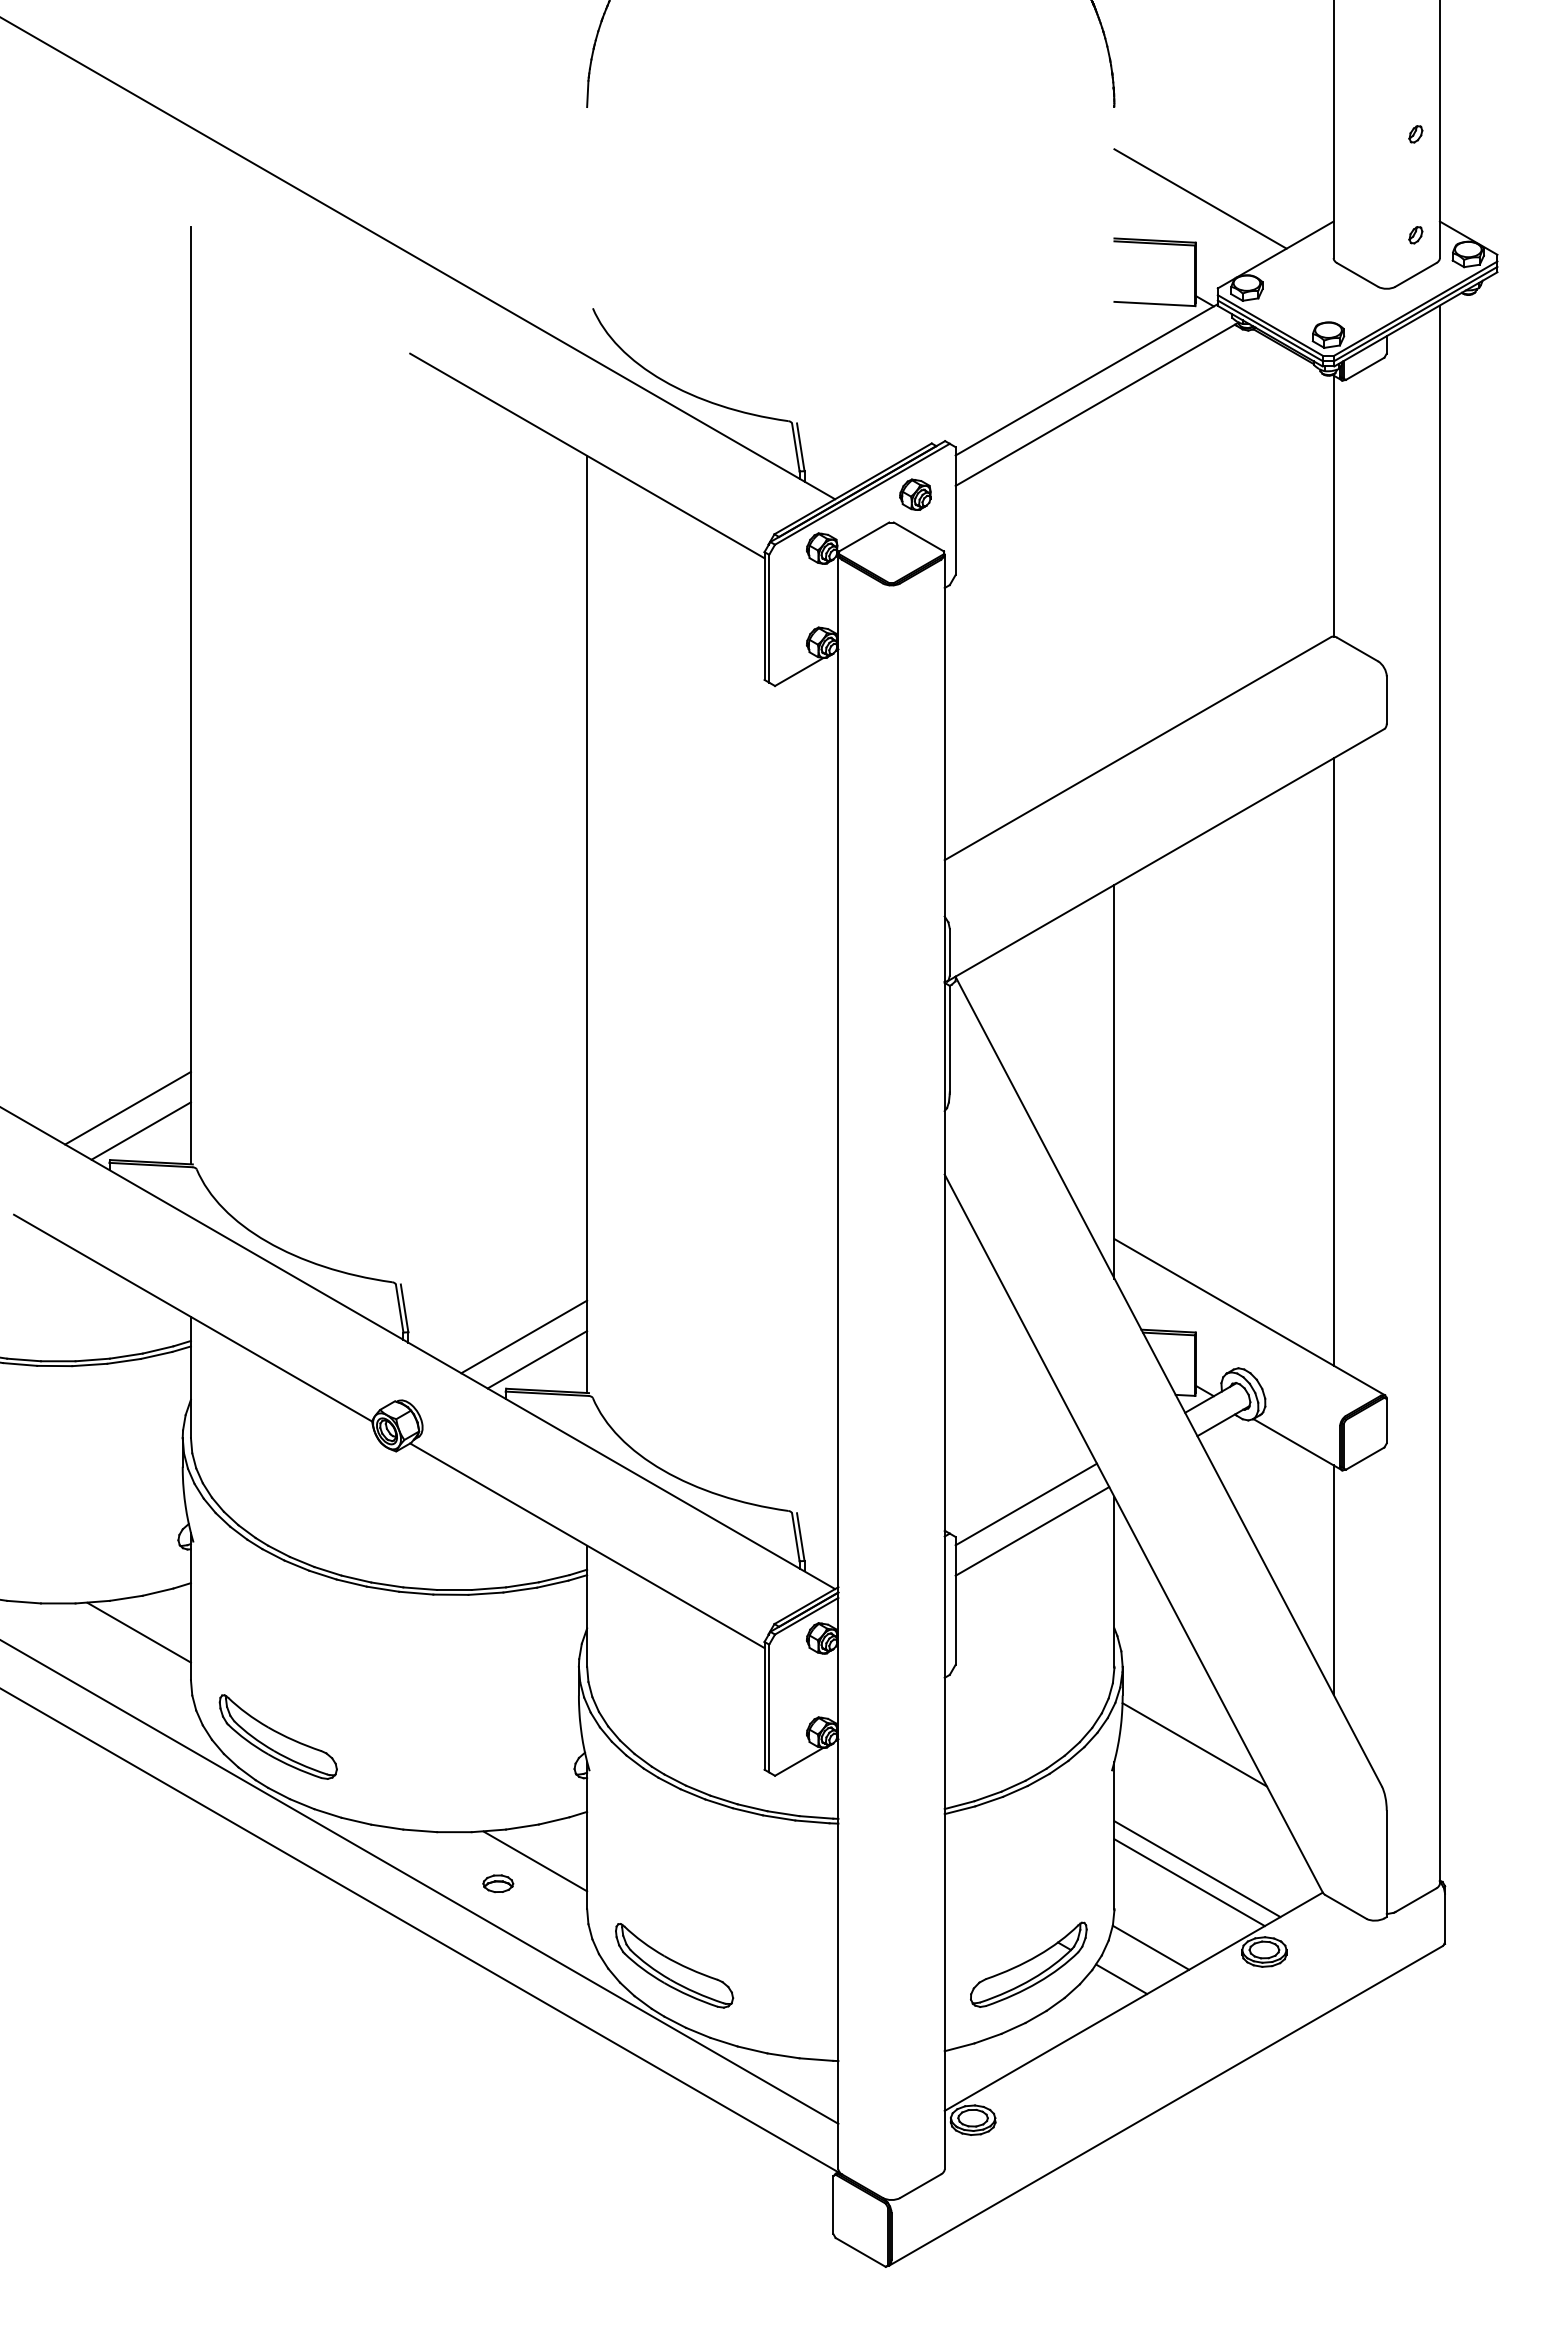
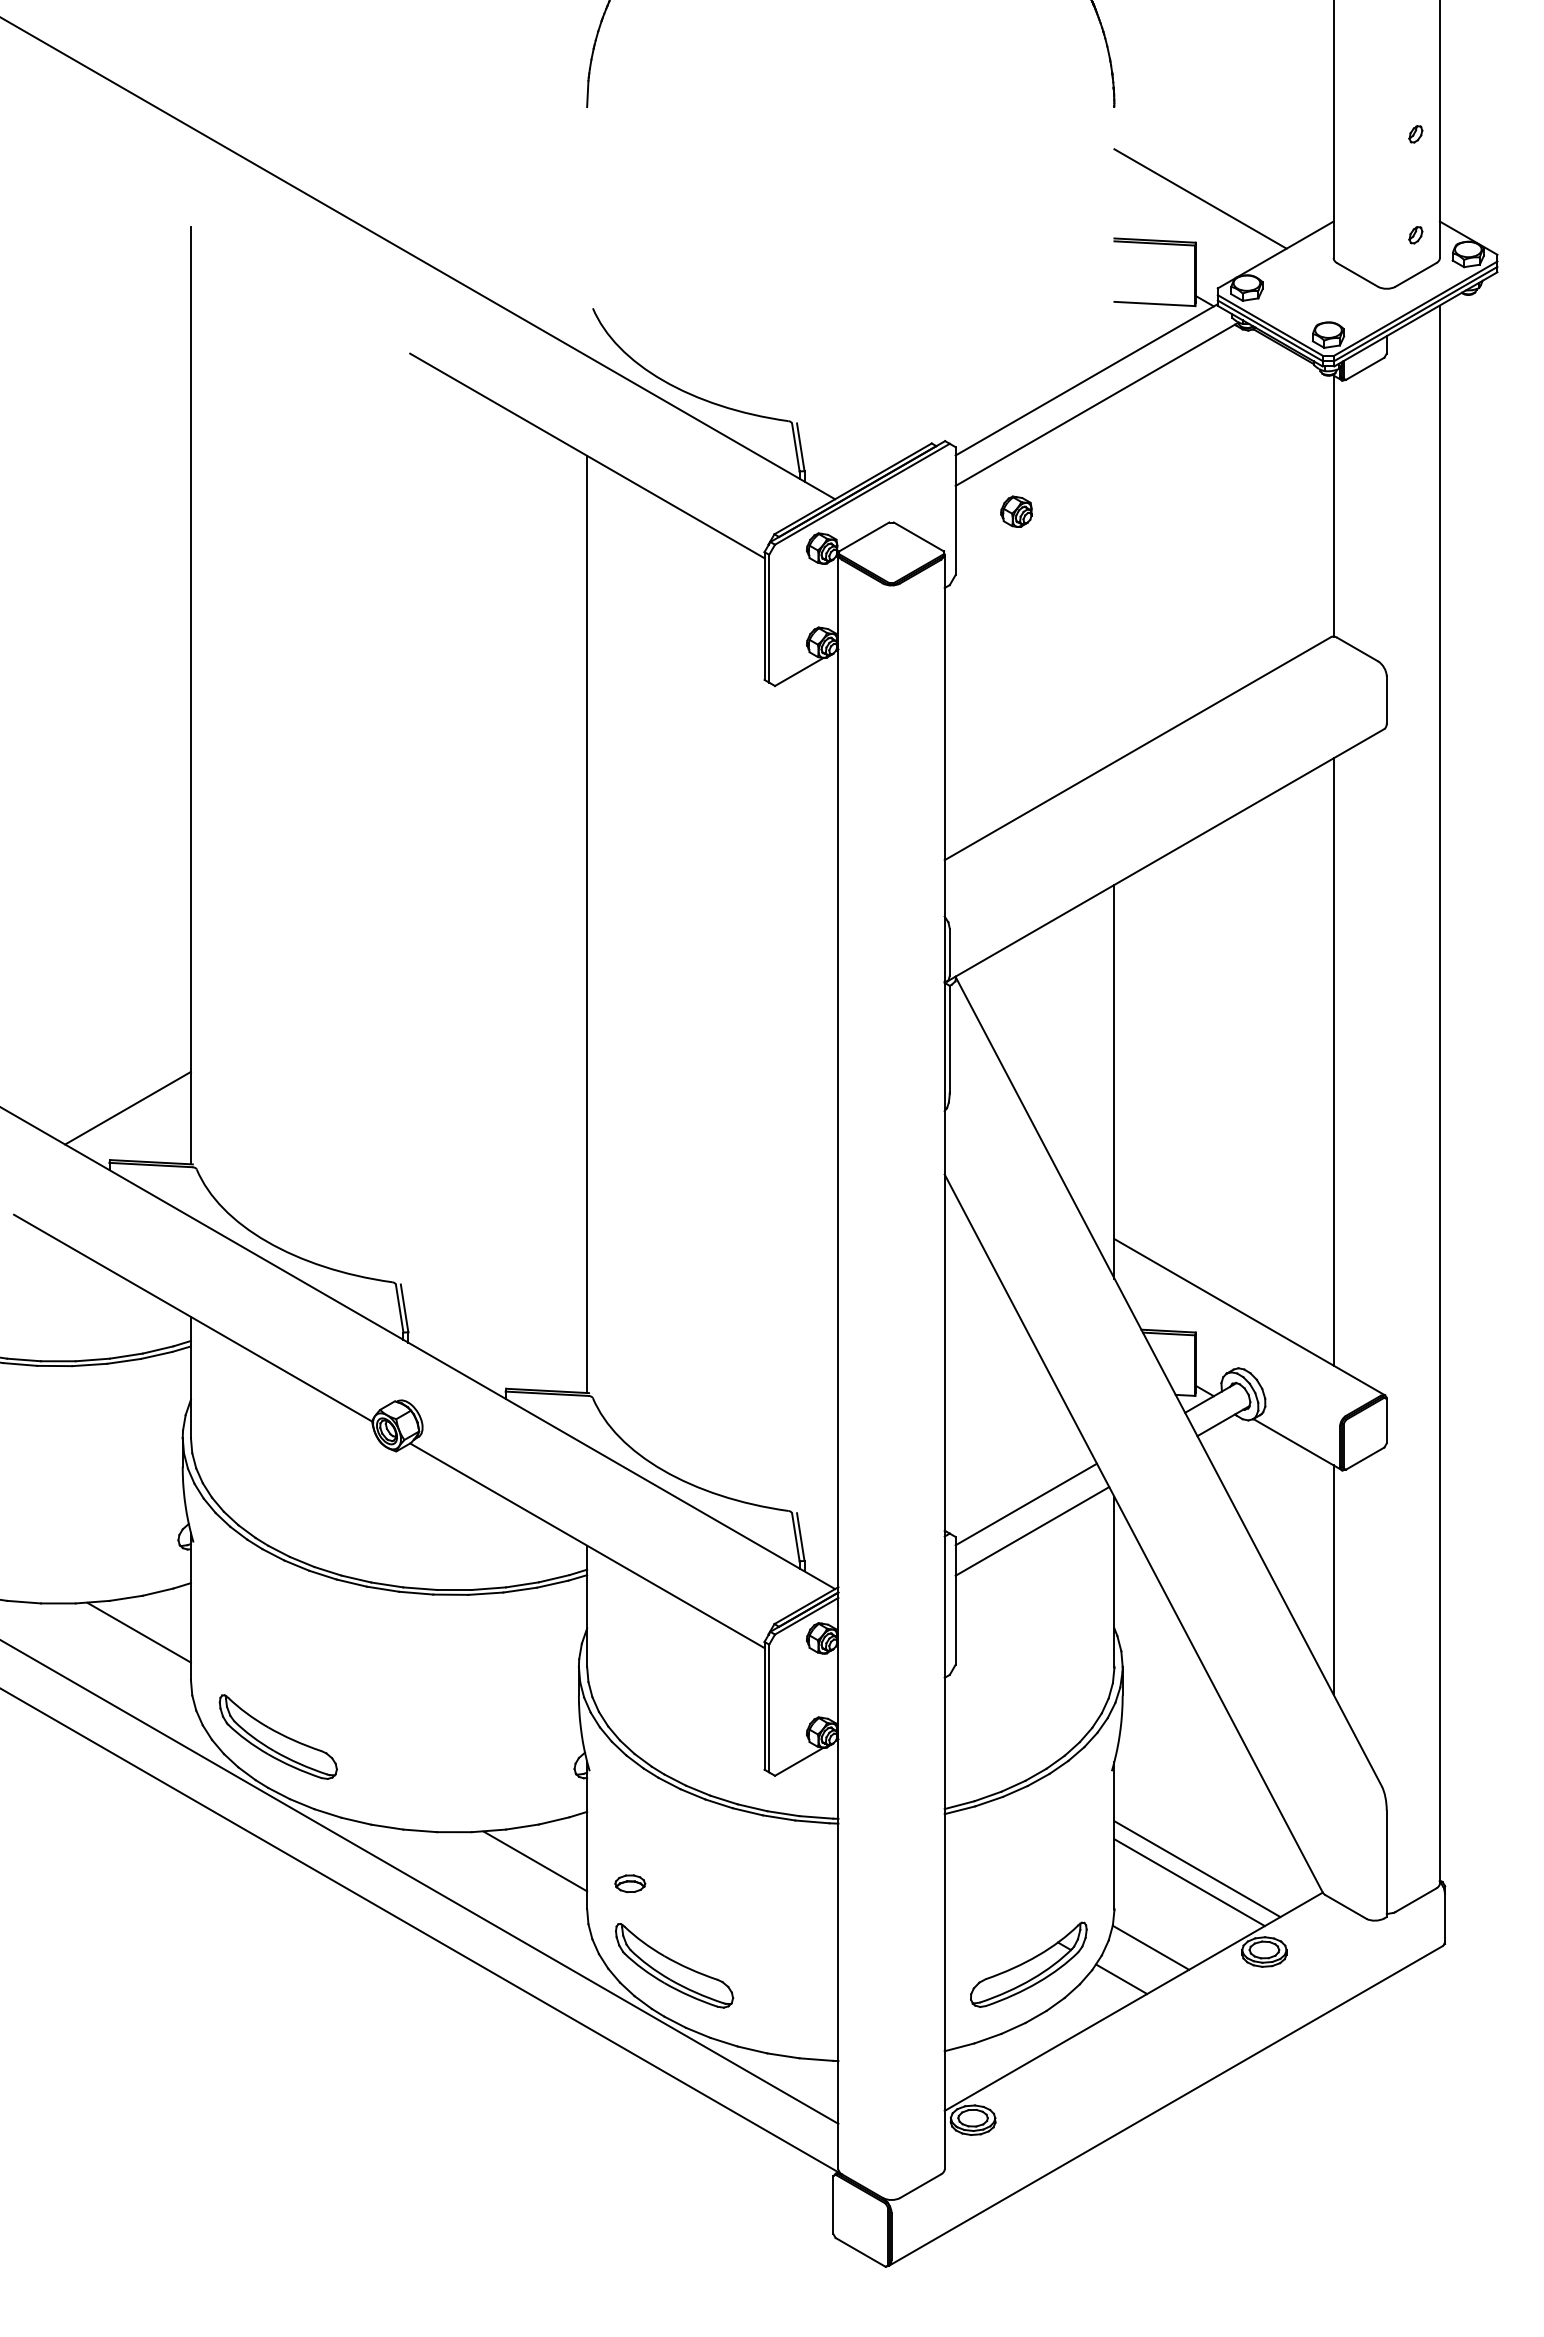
part at (915, 494) position: (915, 494) -> (1016, 511)
line at (140, 1130): present -> none
line at (524, 1336): present -> none
line at (537, 1359): present -> none
line at (1194, 1744): present -> none
part at (498, 1883) position: (498, 1883) -> (630, 1883)
